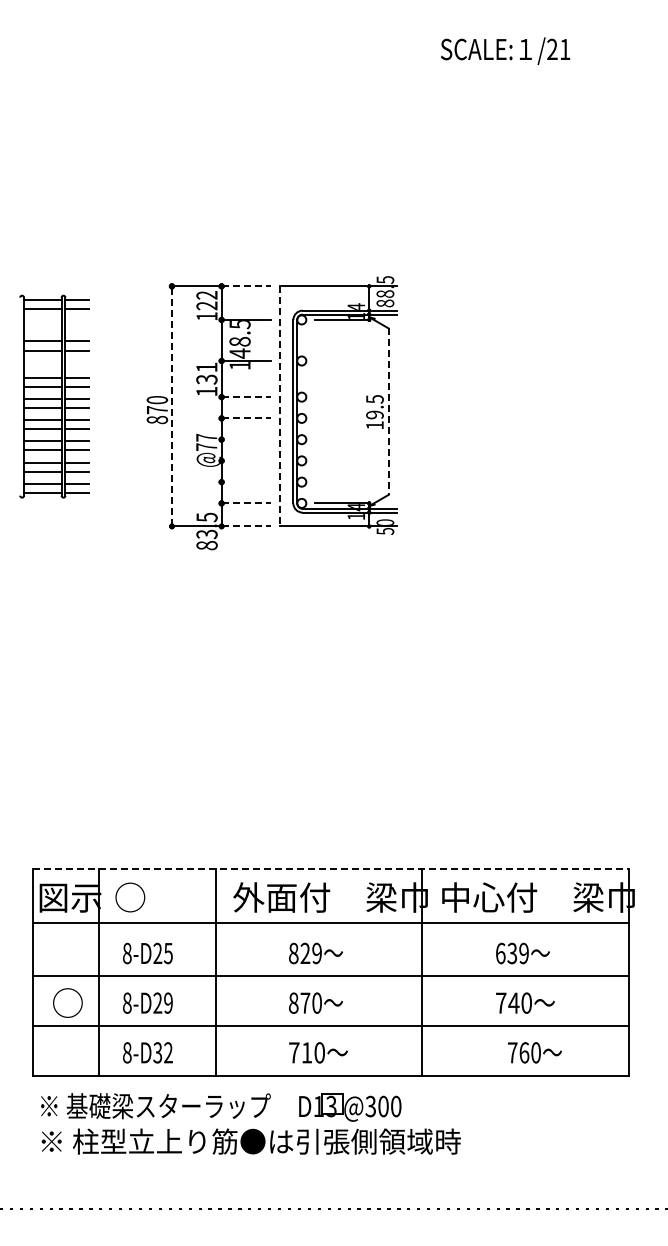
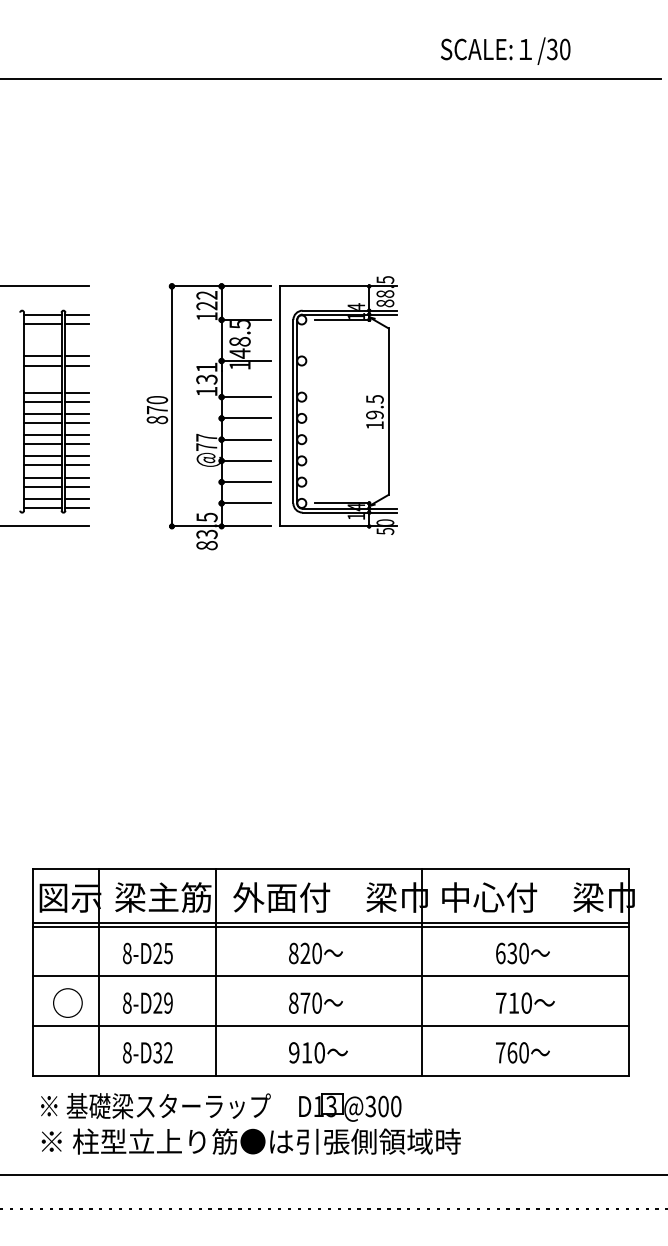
text at (558, 49): /21 -> /30
line at (331, 78): none -> present
line at (45, 286): none -> present
line at (246, 286): dashed -> solid
part at (54, 396) position: (54, 396) -> (54, 411)
line at (246, 397): dashed -> solid
line at (171, 405): dashed -> solid
line at (279, 406): dashed -> solid
line at (388, 412): dashed -> solid
line at (246, 418): dashed -> solid
line at (246, 439): none -> present
line at (246, 460): none -> present
line at (246, 482): none -> present
line at (246, 503): dashed -> solid
line at (45, 526): none -> present
line at (246, 526): dashed -> solid
line at (331, 868): dashed -> solid
text at (163, 897): ○ -> 梁主筋
line at (330, 926): none -> present
text at (316, 953): 829 -> 820
text at (523, 953): 639 -> 630
text at (513, 1002): 740 -> 710
text at (294, 1052): 710 -> 910
text at (534, 1052) position: (534, 1052) -> (522, 1052)
line at (333, 1175): none -> present
